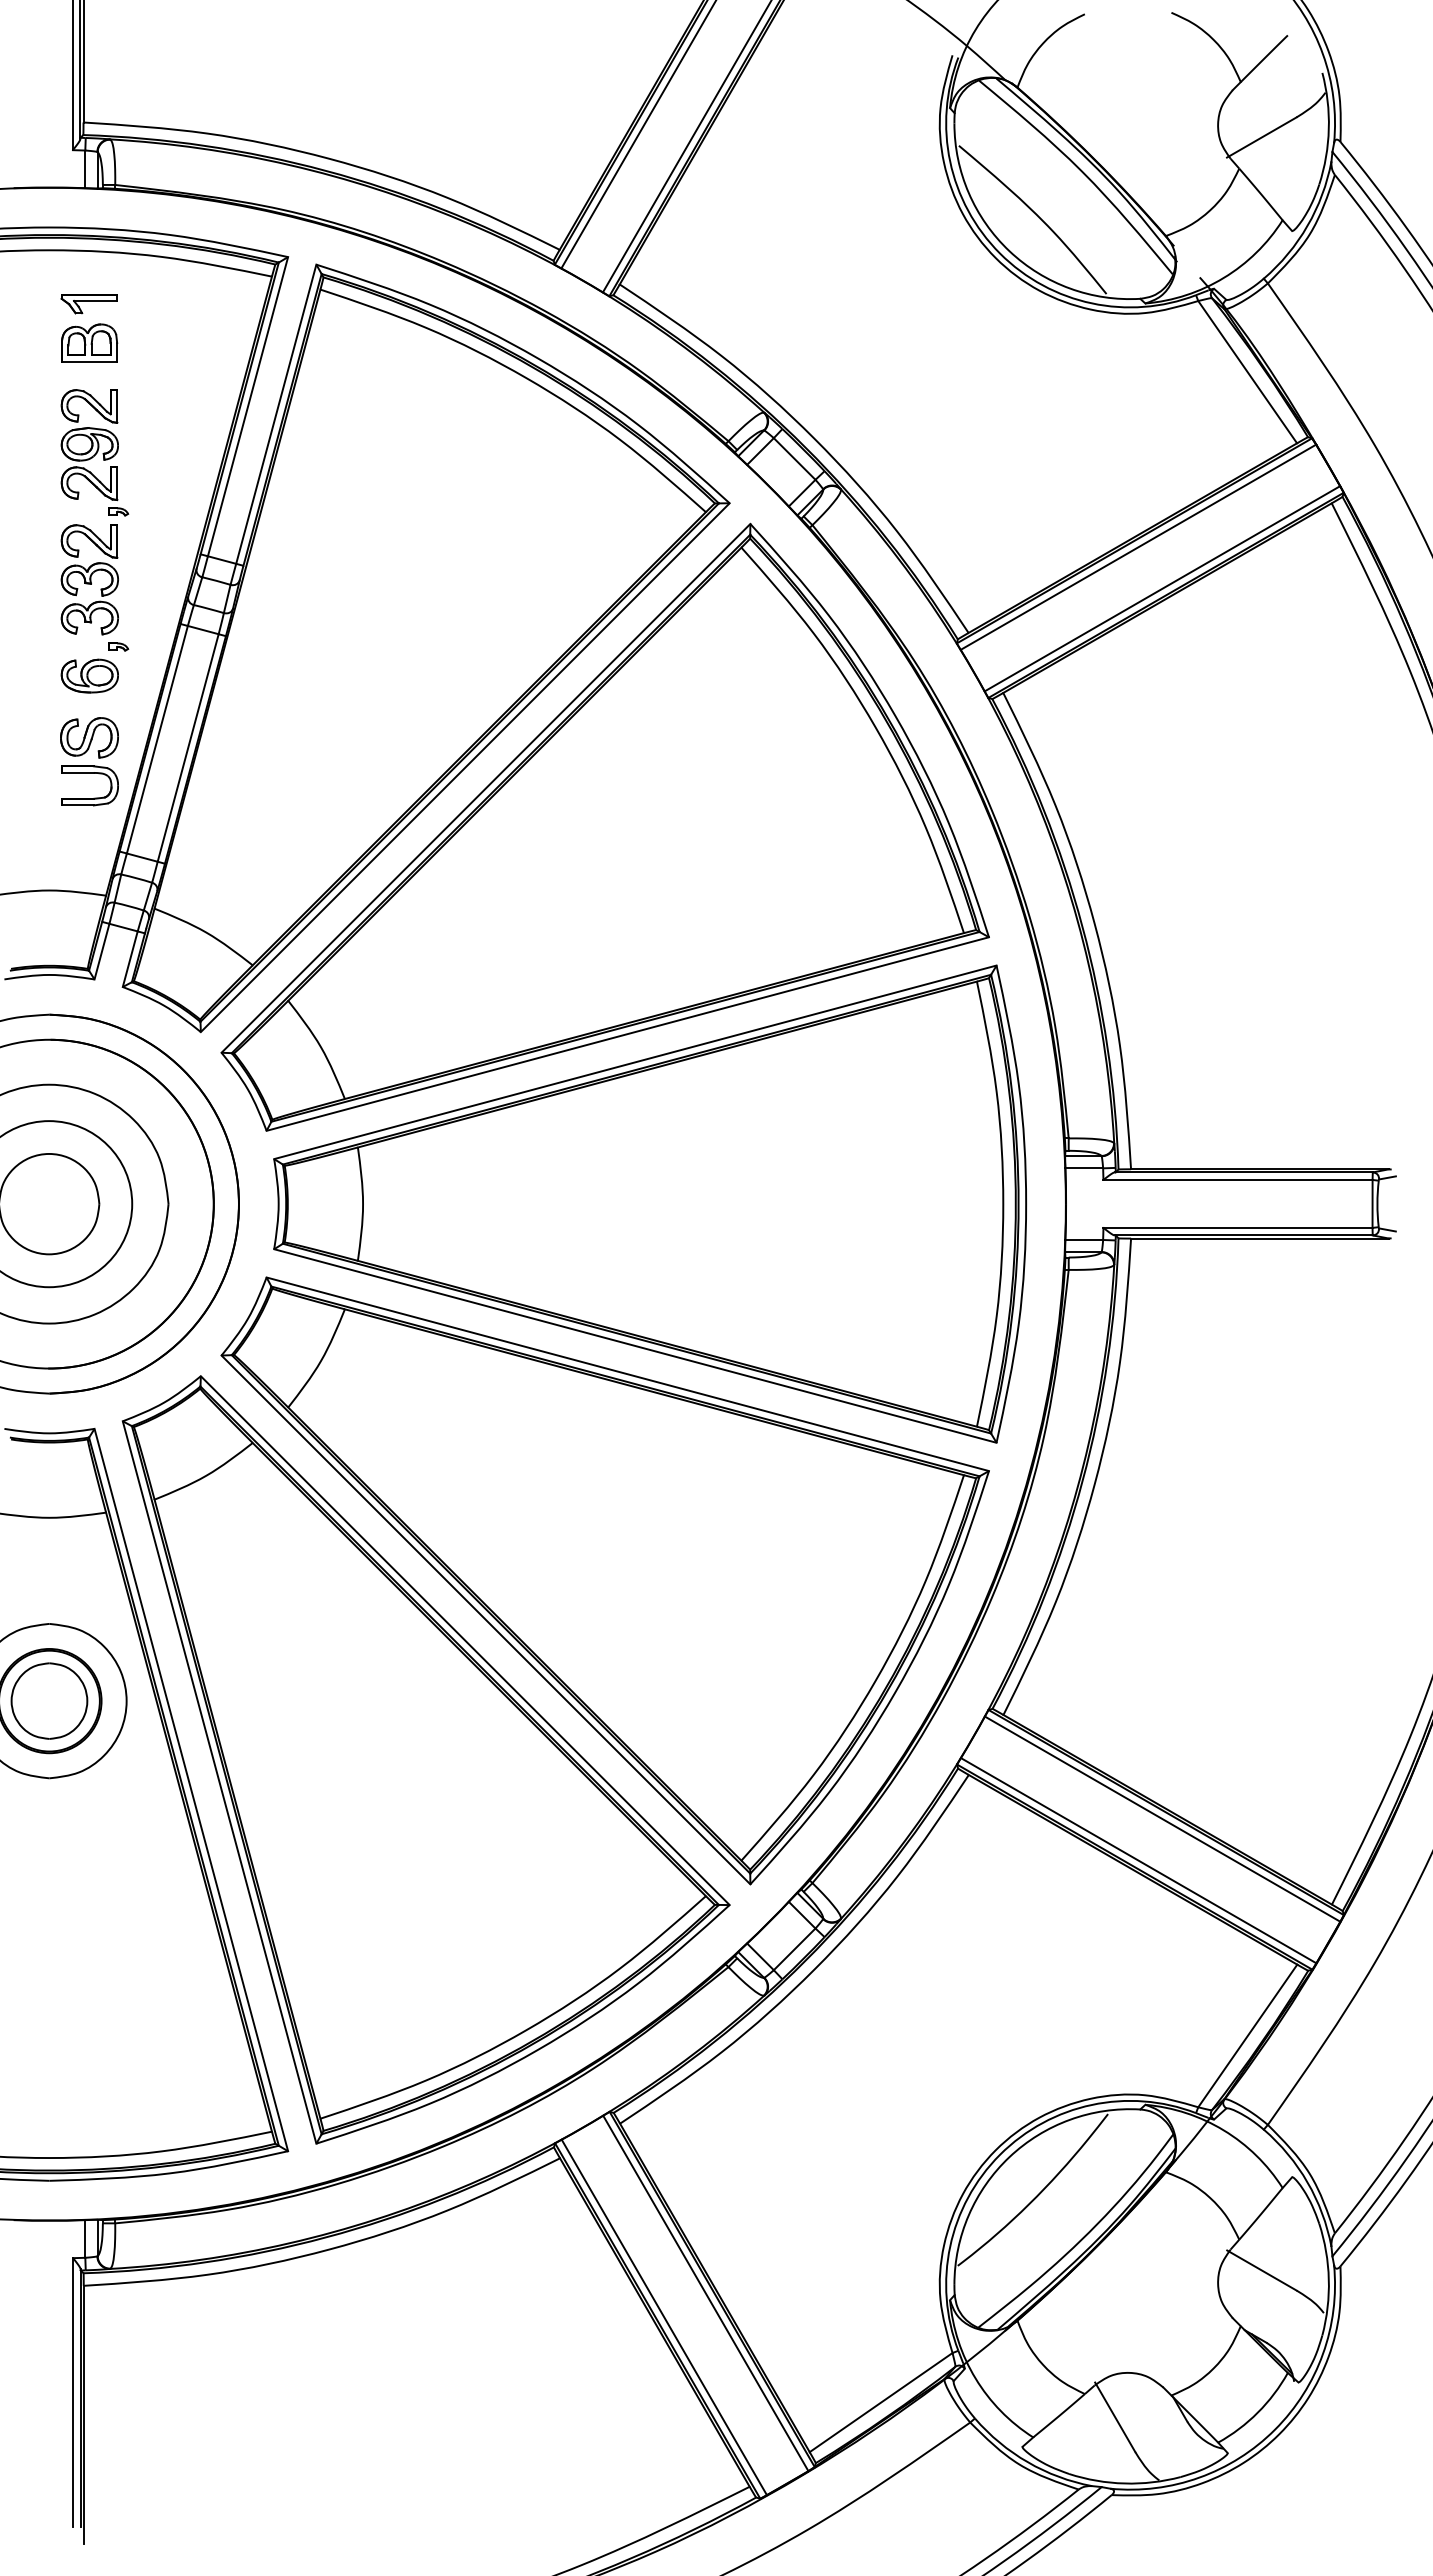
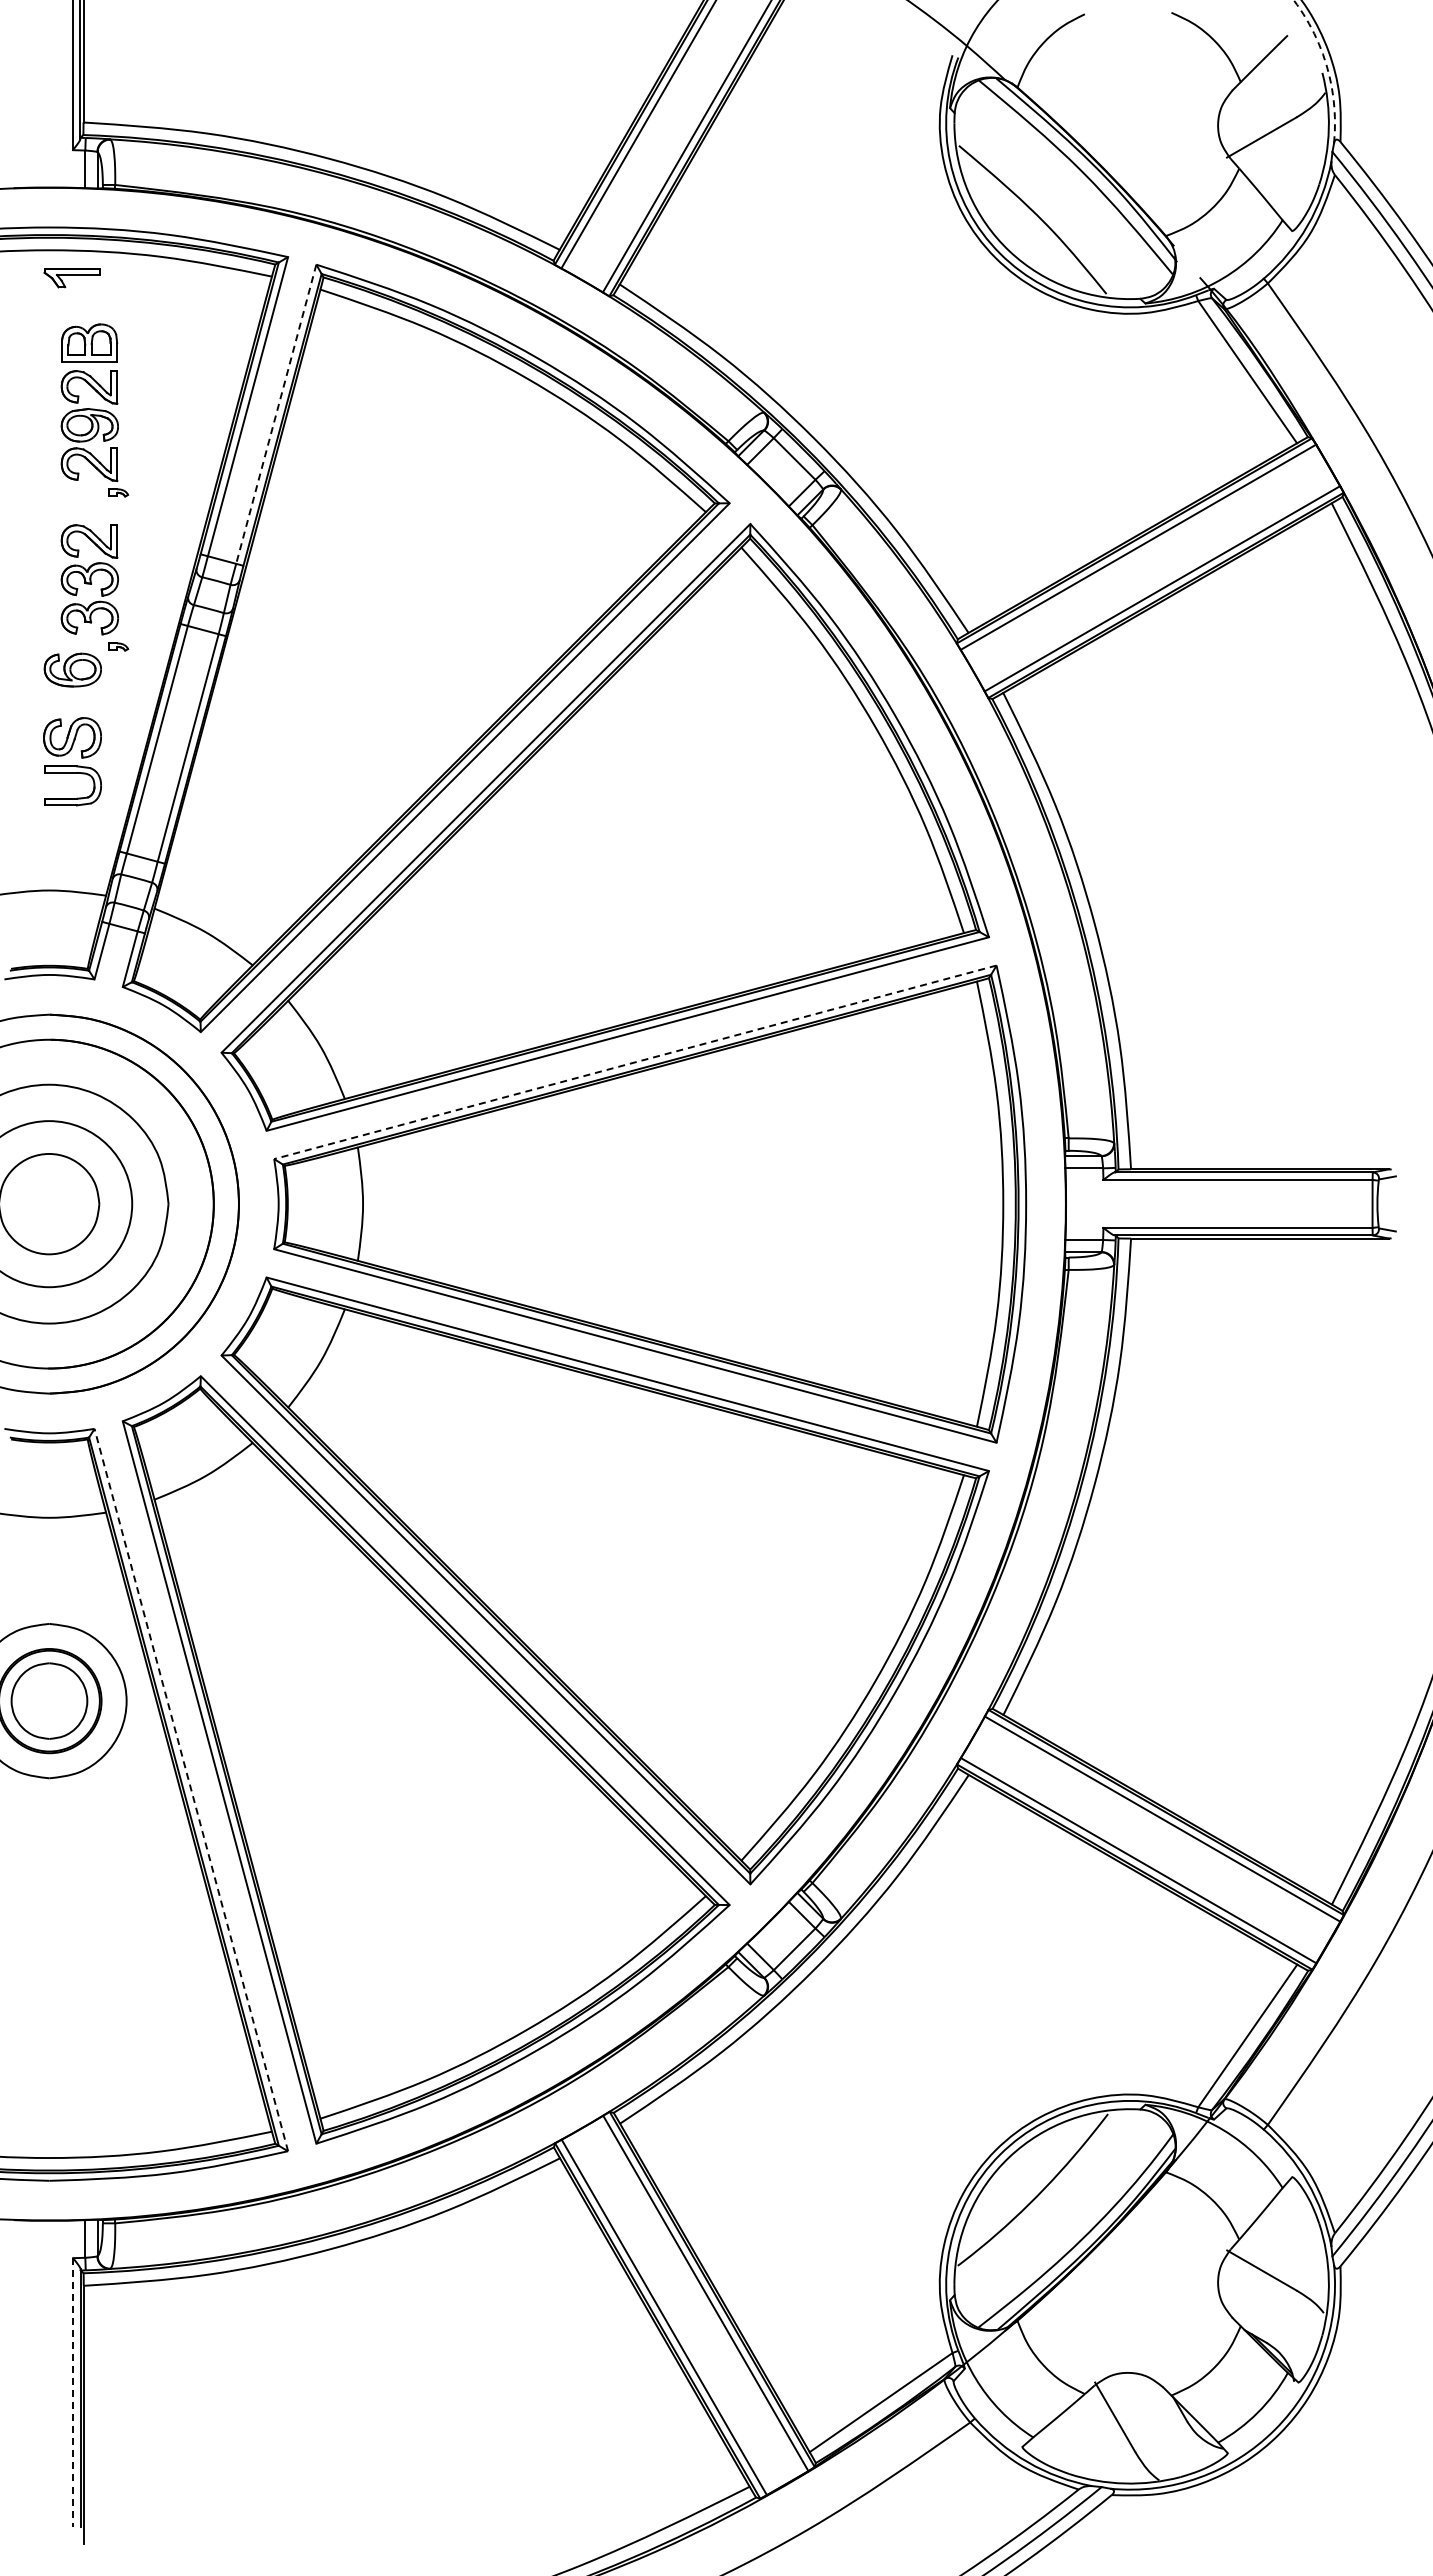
arc at (1326, 66): solid -> dashed
part at (88, 304) position: (88, 304) -> (71, 278)
line at (276, 414): solid -> dashed
part at (94, 452) position: (94, 452) -> (94, 433)
part at (89, 675) position: (89, 675) -> (72, 669)
part at (89, 761) position: (89, 761) -> (72, 761)
line at (635, 1062): solid -> dashed
line at (191, 1790): solid -> dashed
line at (73, 2392): solid -> dashed
